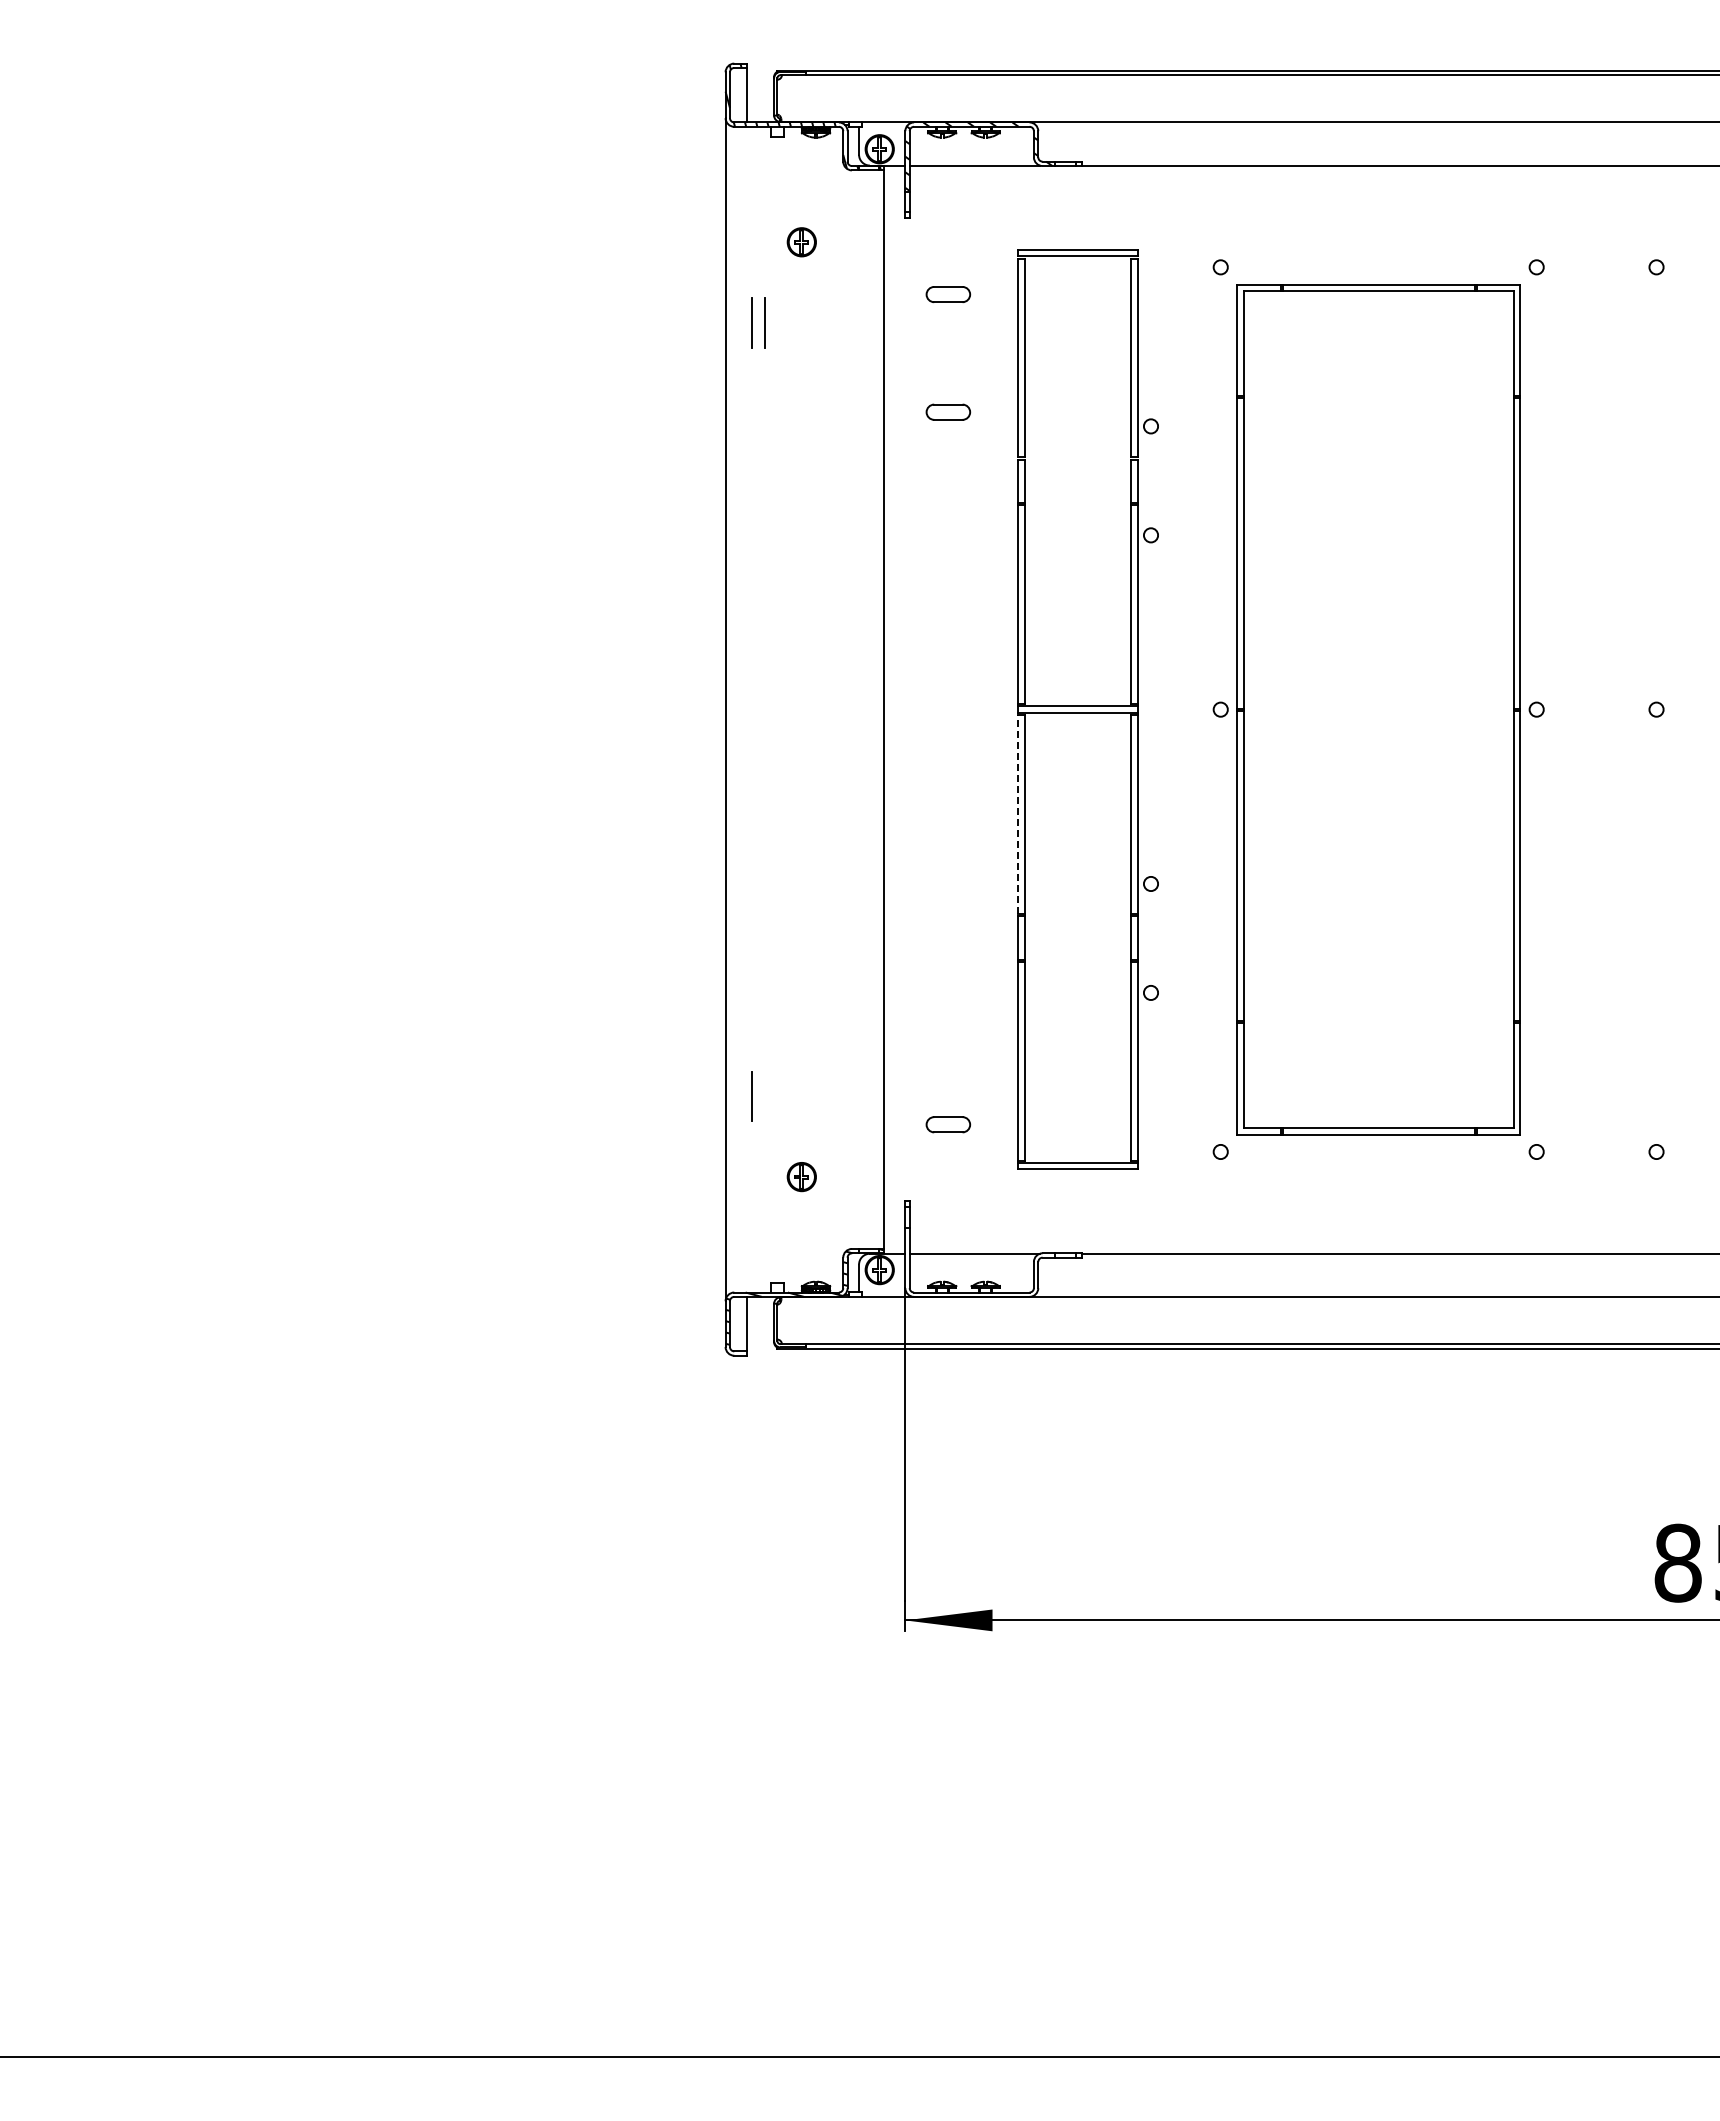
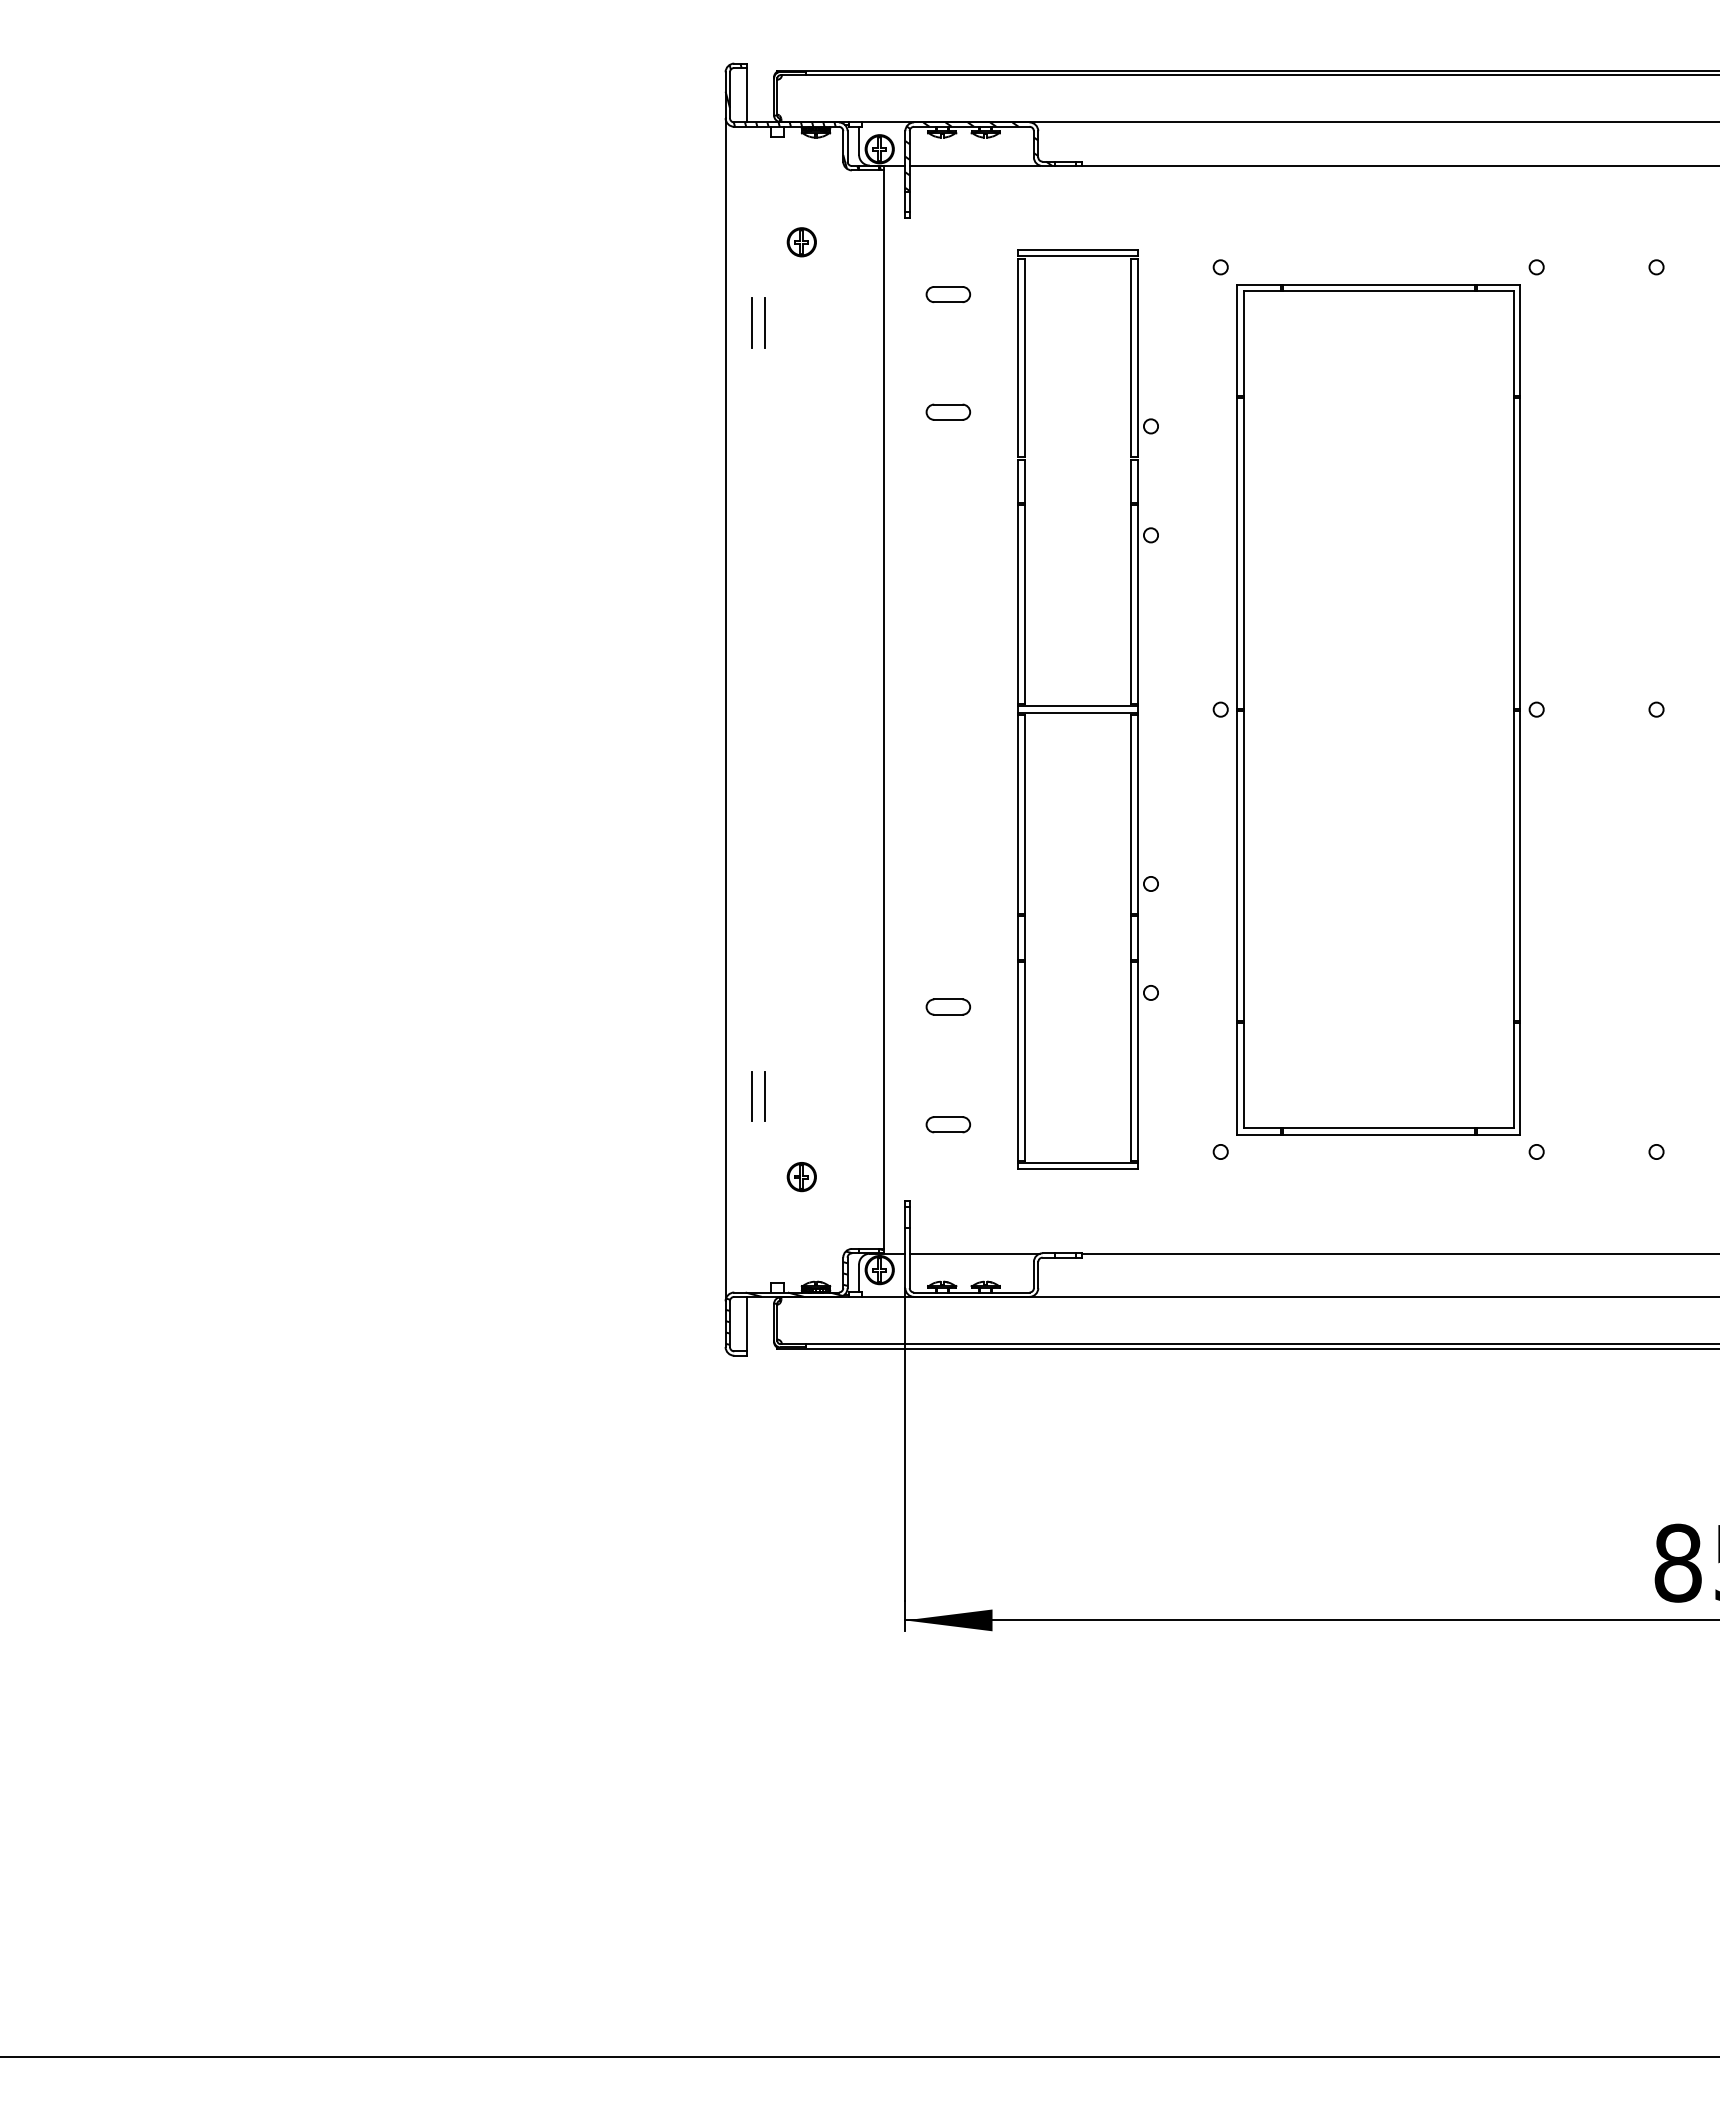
line at (1018, 814): dashed -> solid
part at (948, 1006): none -> present
line at (764, 1096): none -> present
